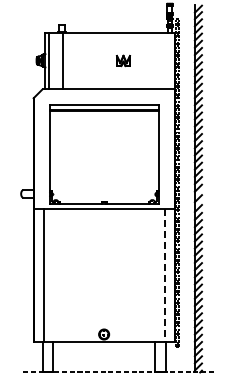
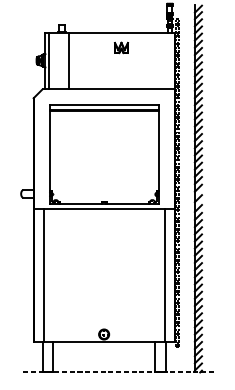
line at (62, 60) position: (62, 60) -> (68, 60)
part at (123, 60) position: (123, 60) -> (121, 47)
line at (164, 275): dashed -> solid
